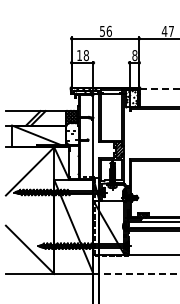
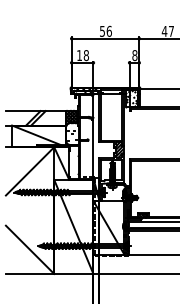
line at (159, 88): dashed -> solid
line at (136, 273): dashed -> solid
